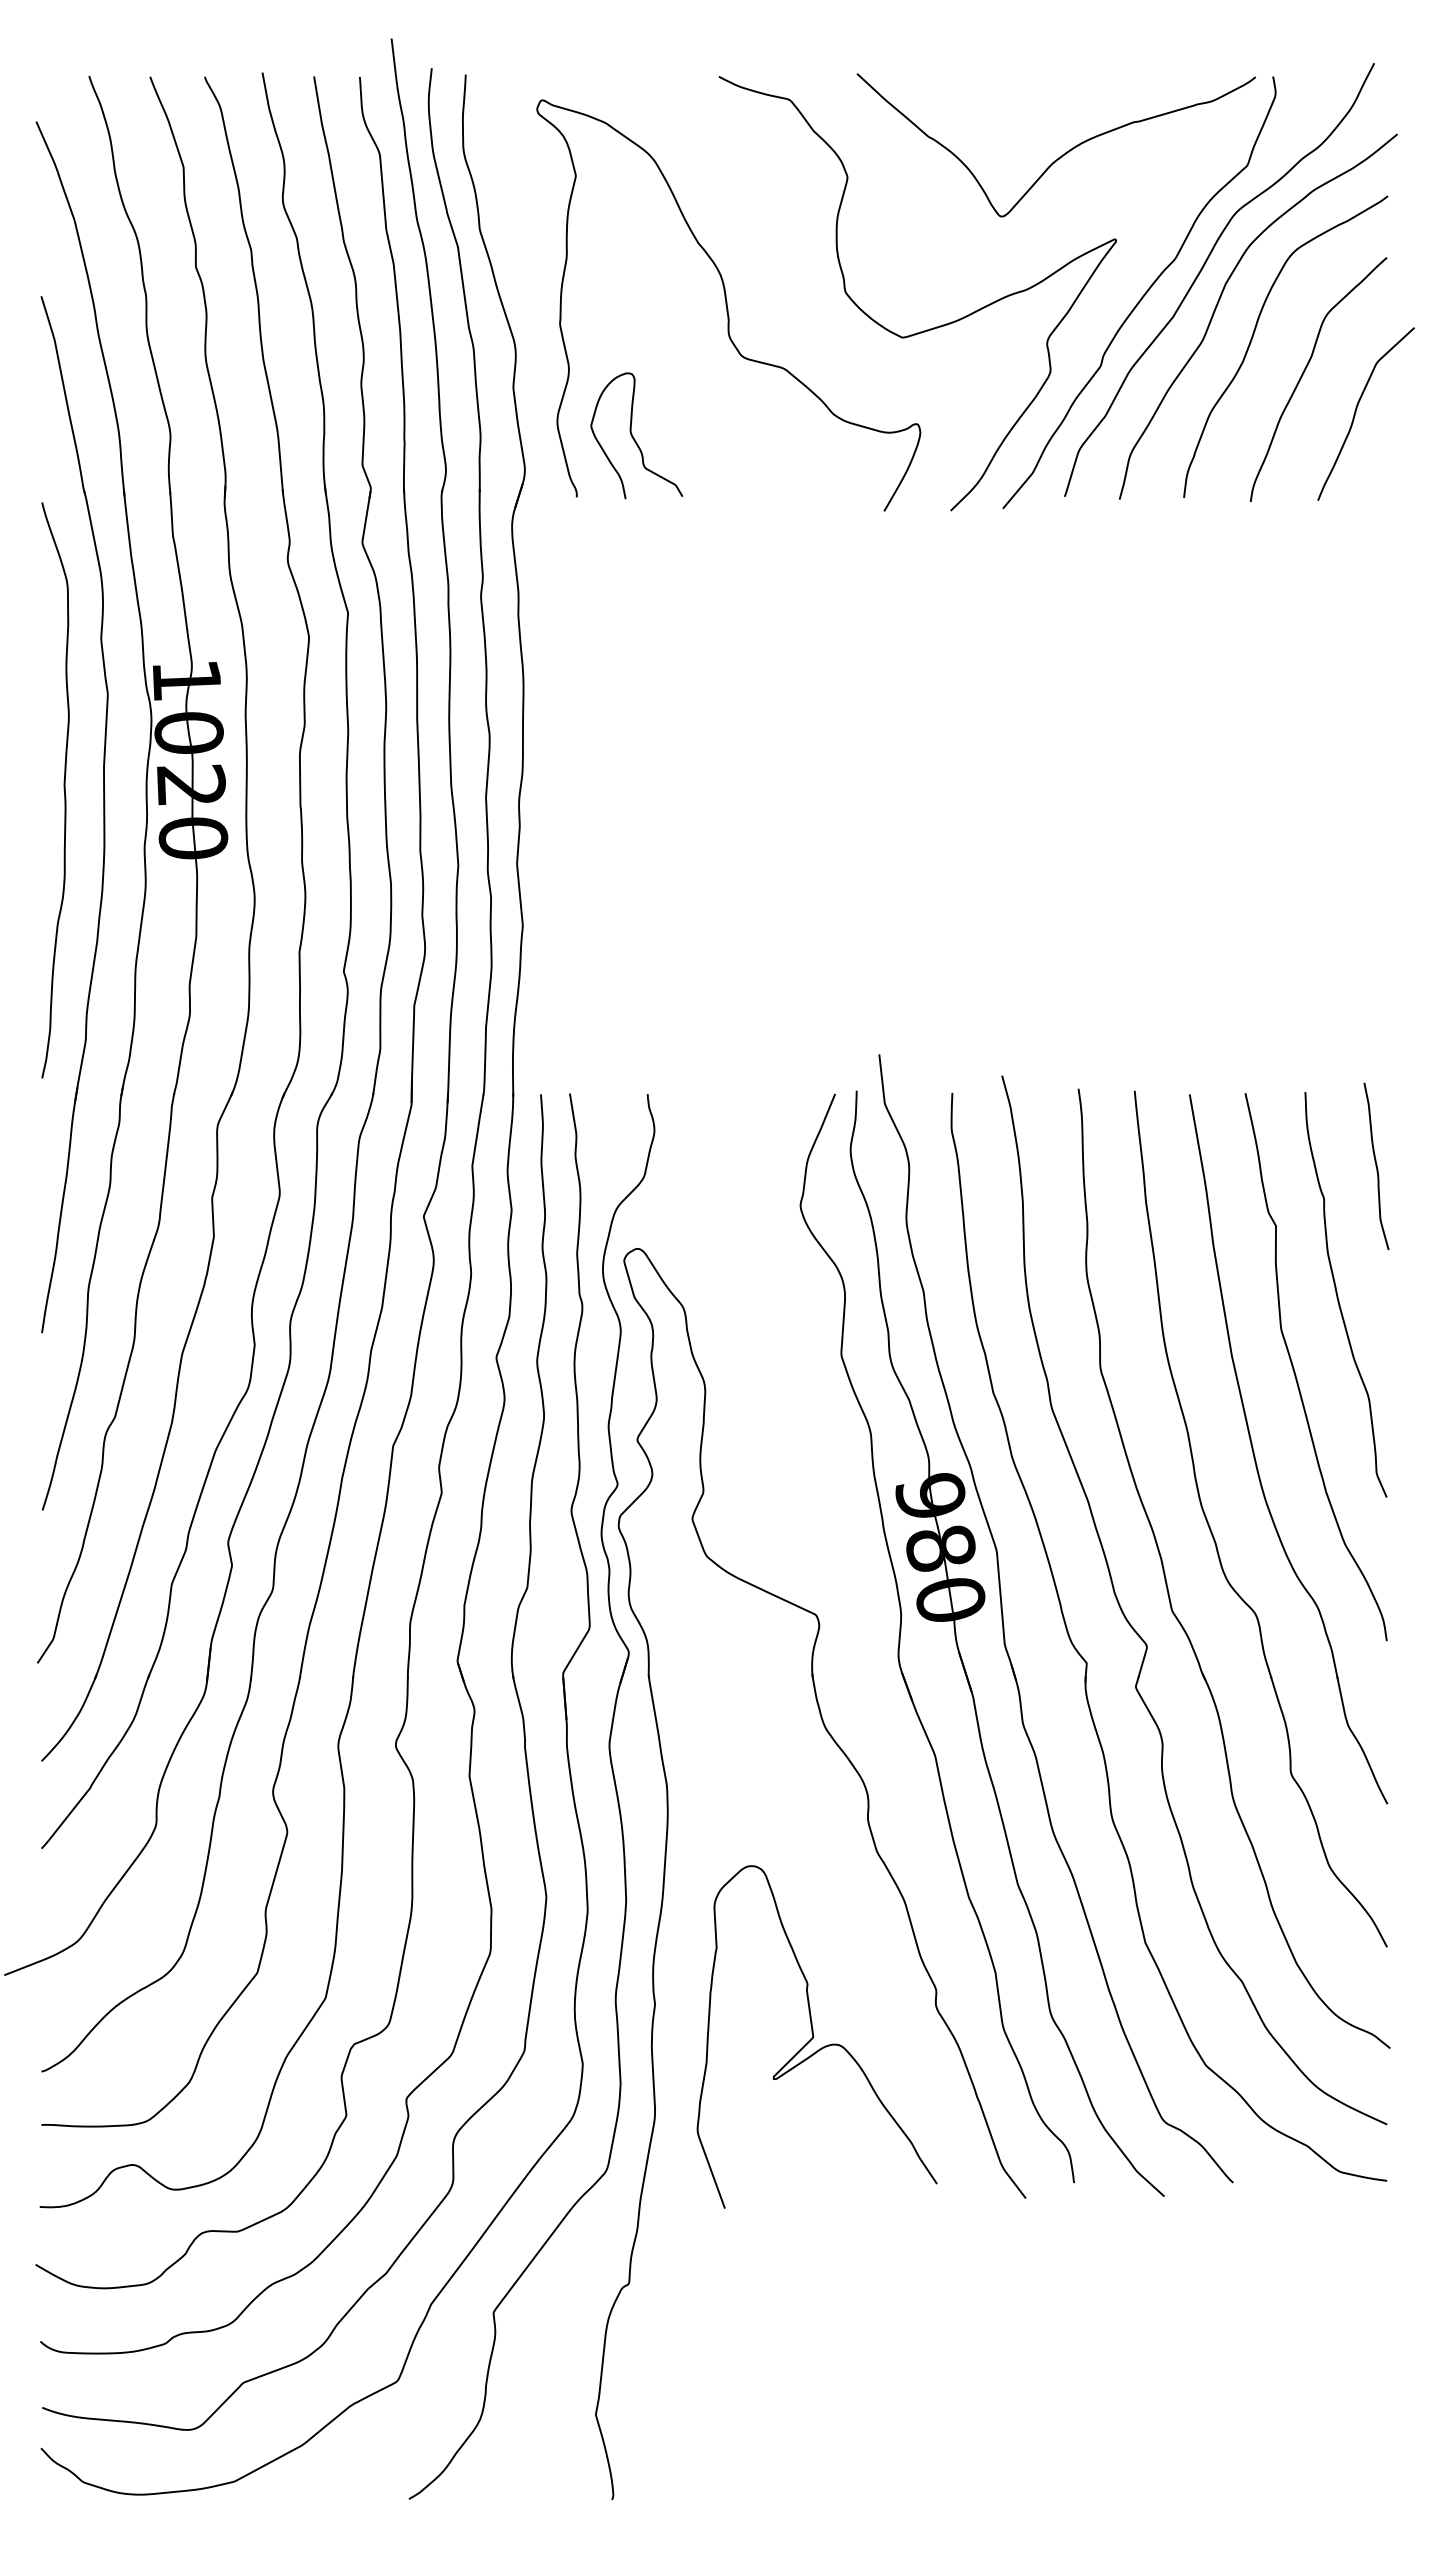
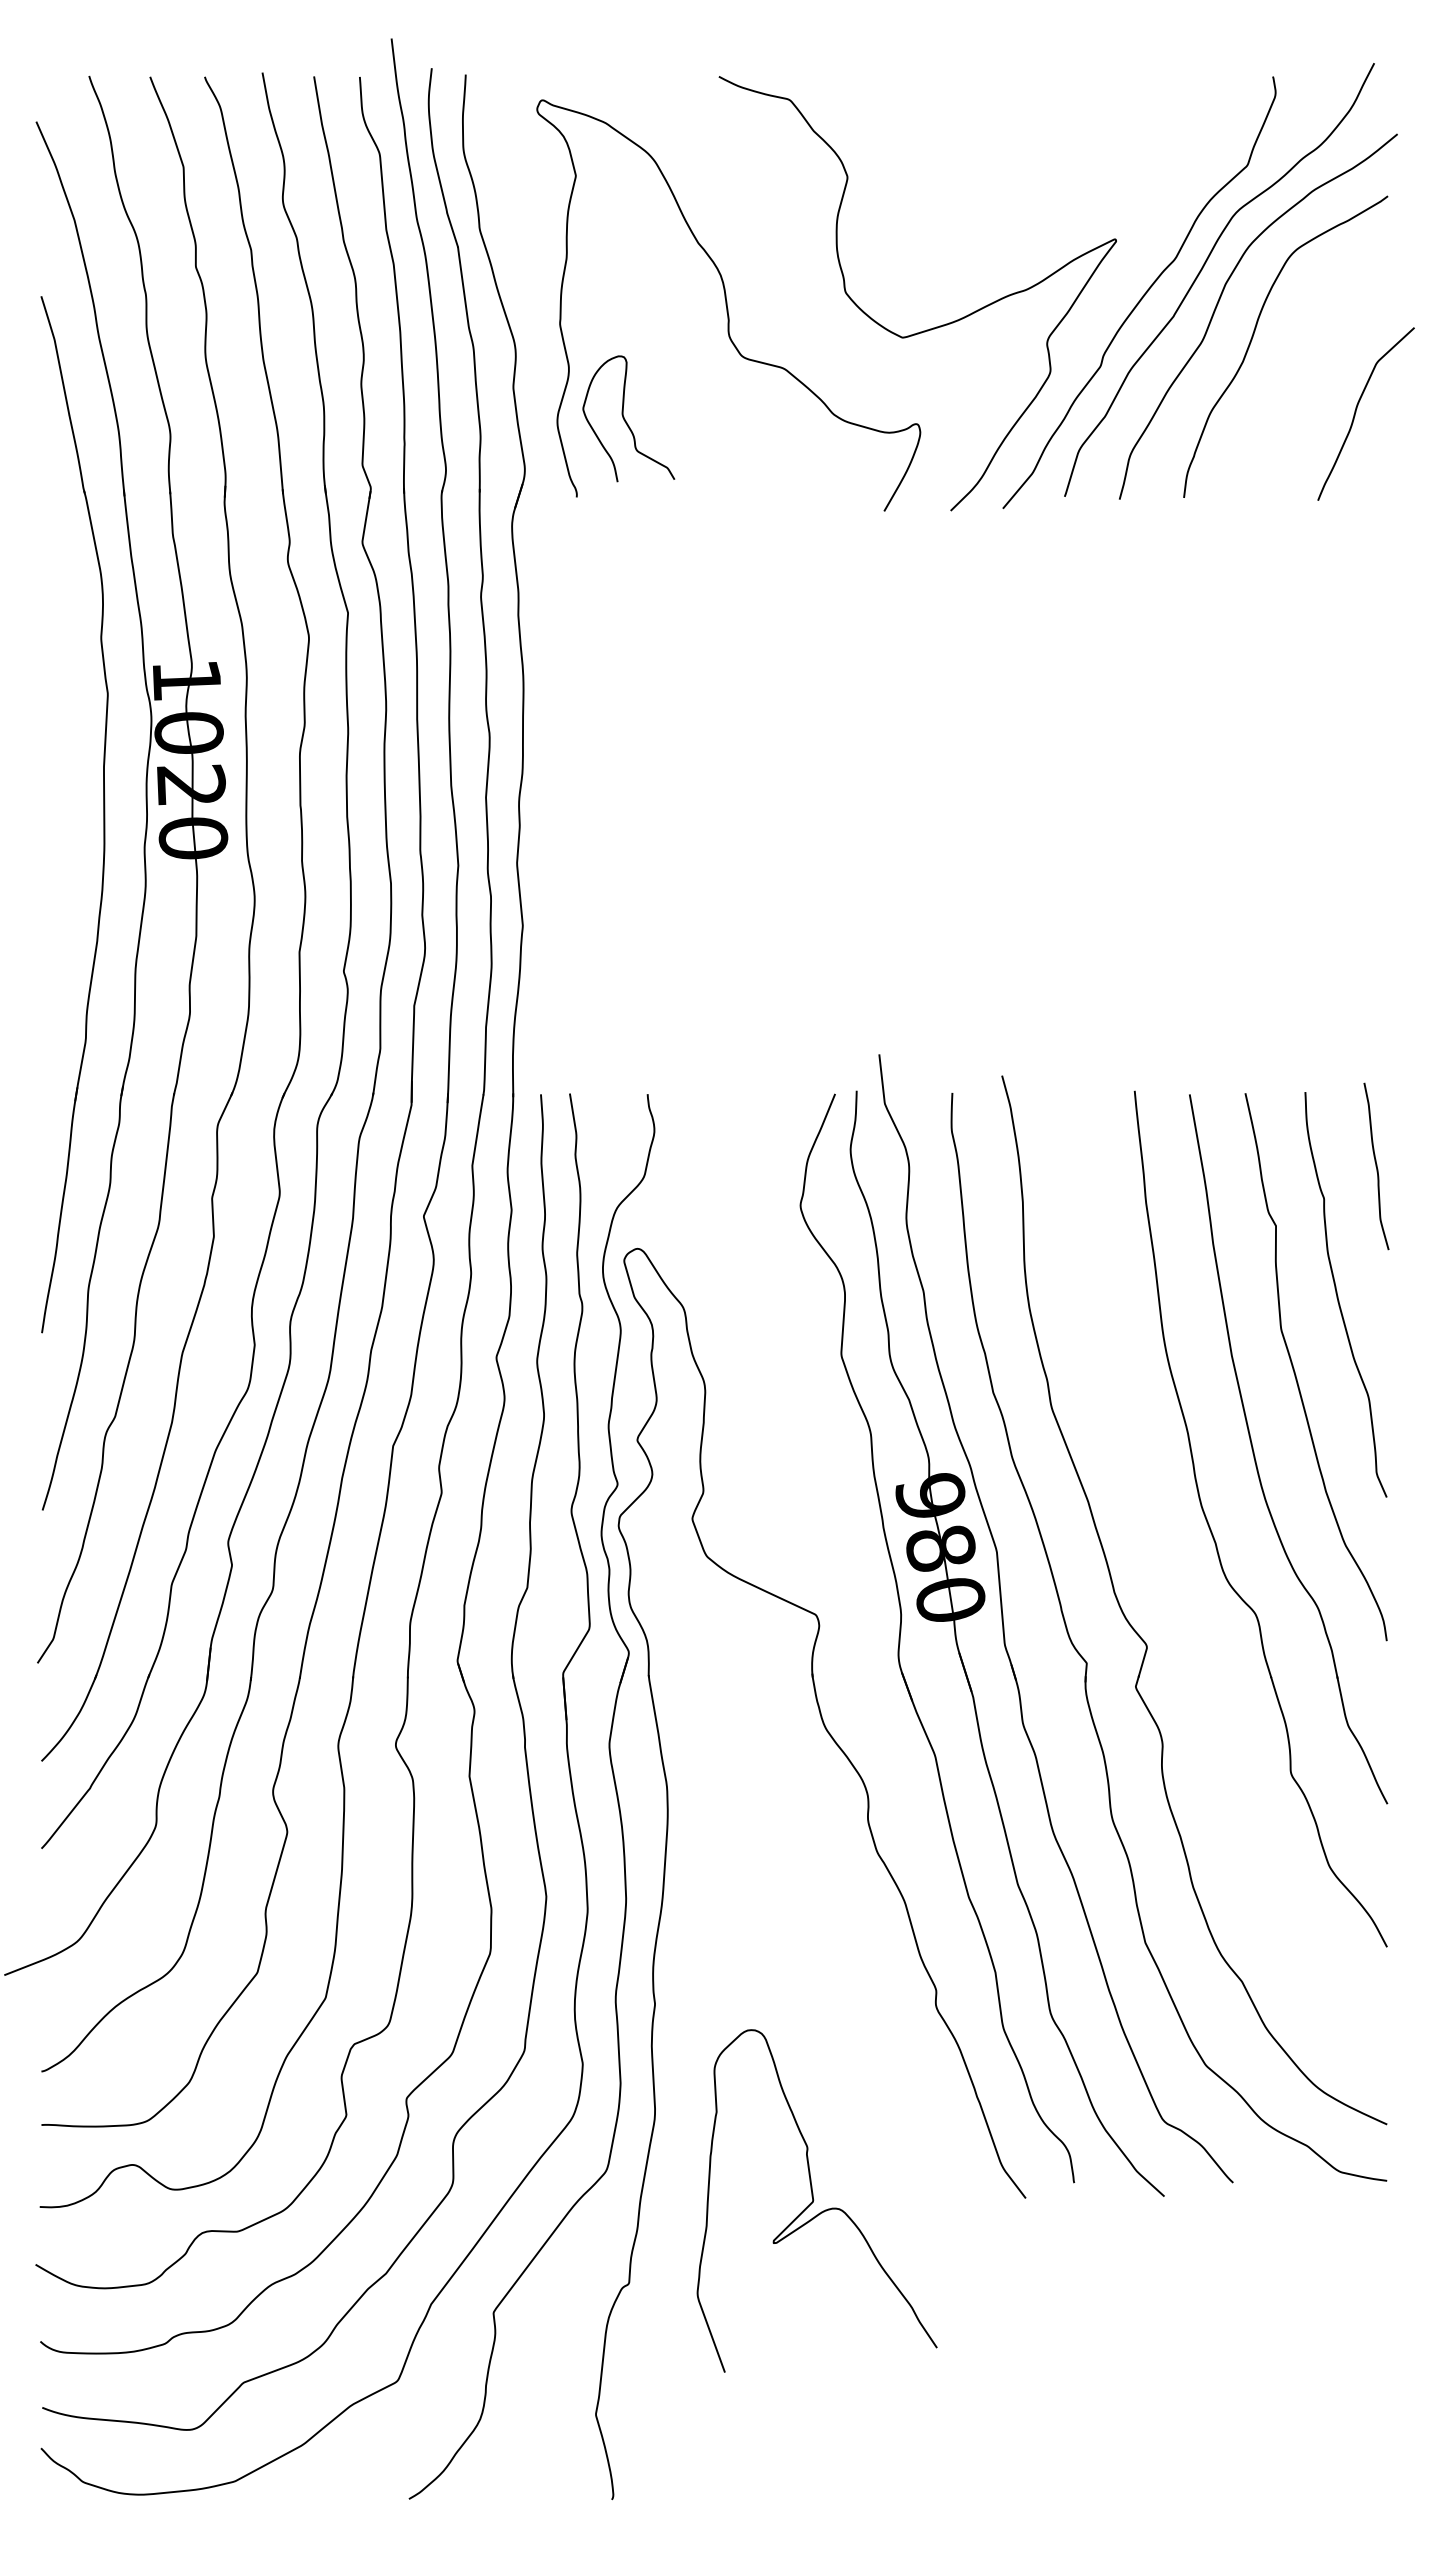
curve at (1062, 154): present -> none
curve at (1304, 373): present -> none
curve at (633, 436) position: (633, 436) -> (625, 419)
curve at (63, 789): present -> none
part at (1167, 1582): present -> none
curve at (814, 2036) position: (814, 2036) -> (814, 2200)
